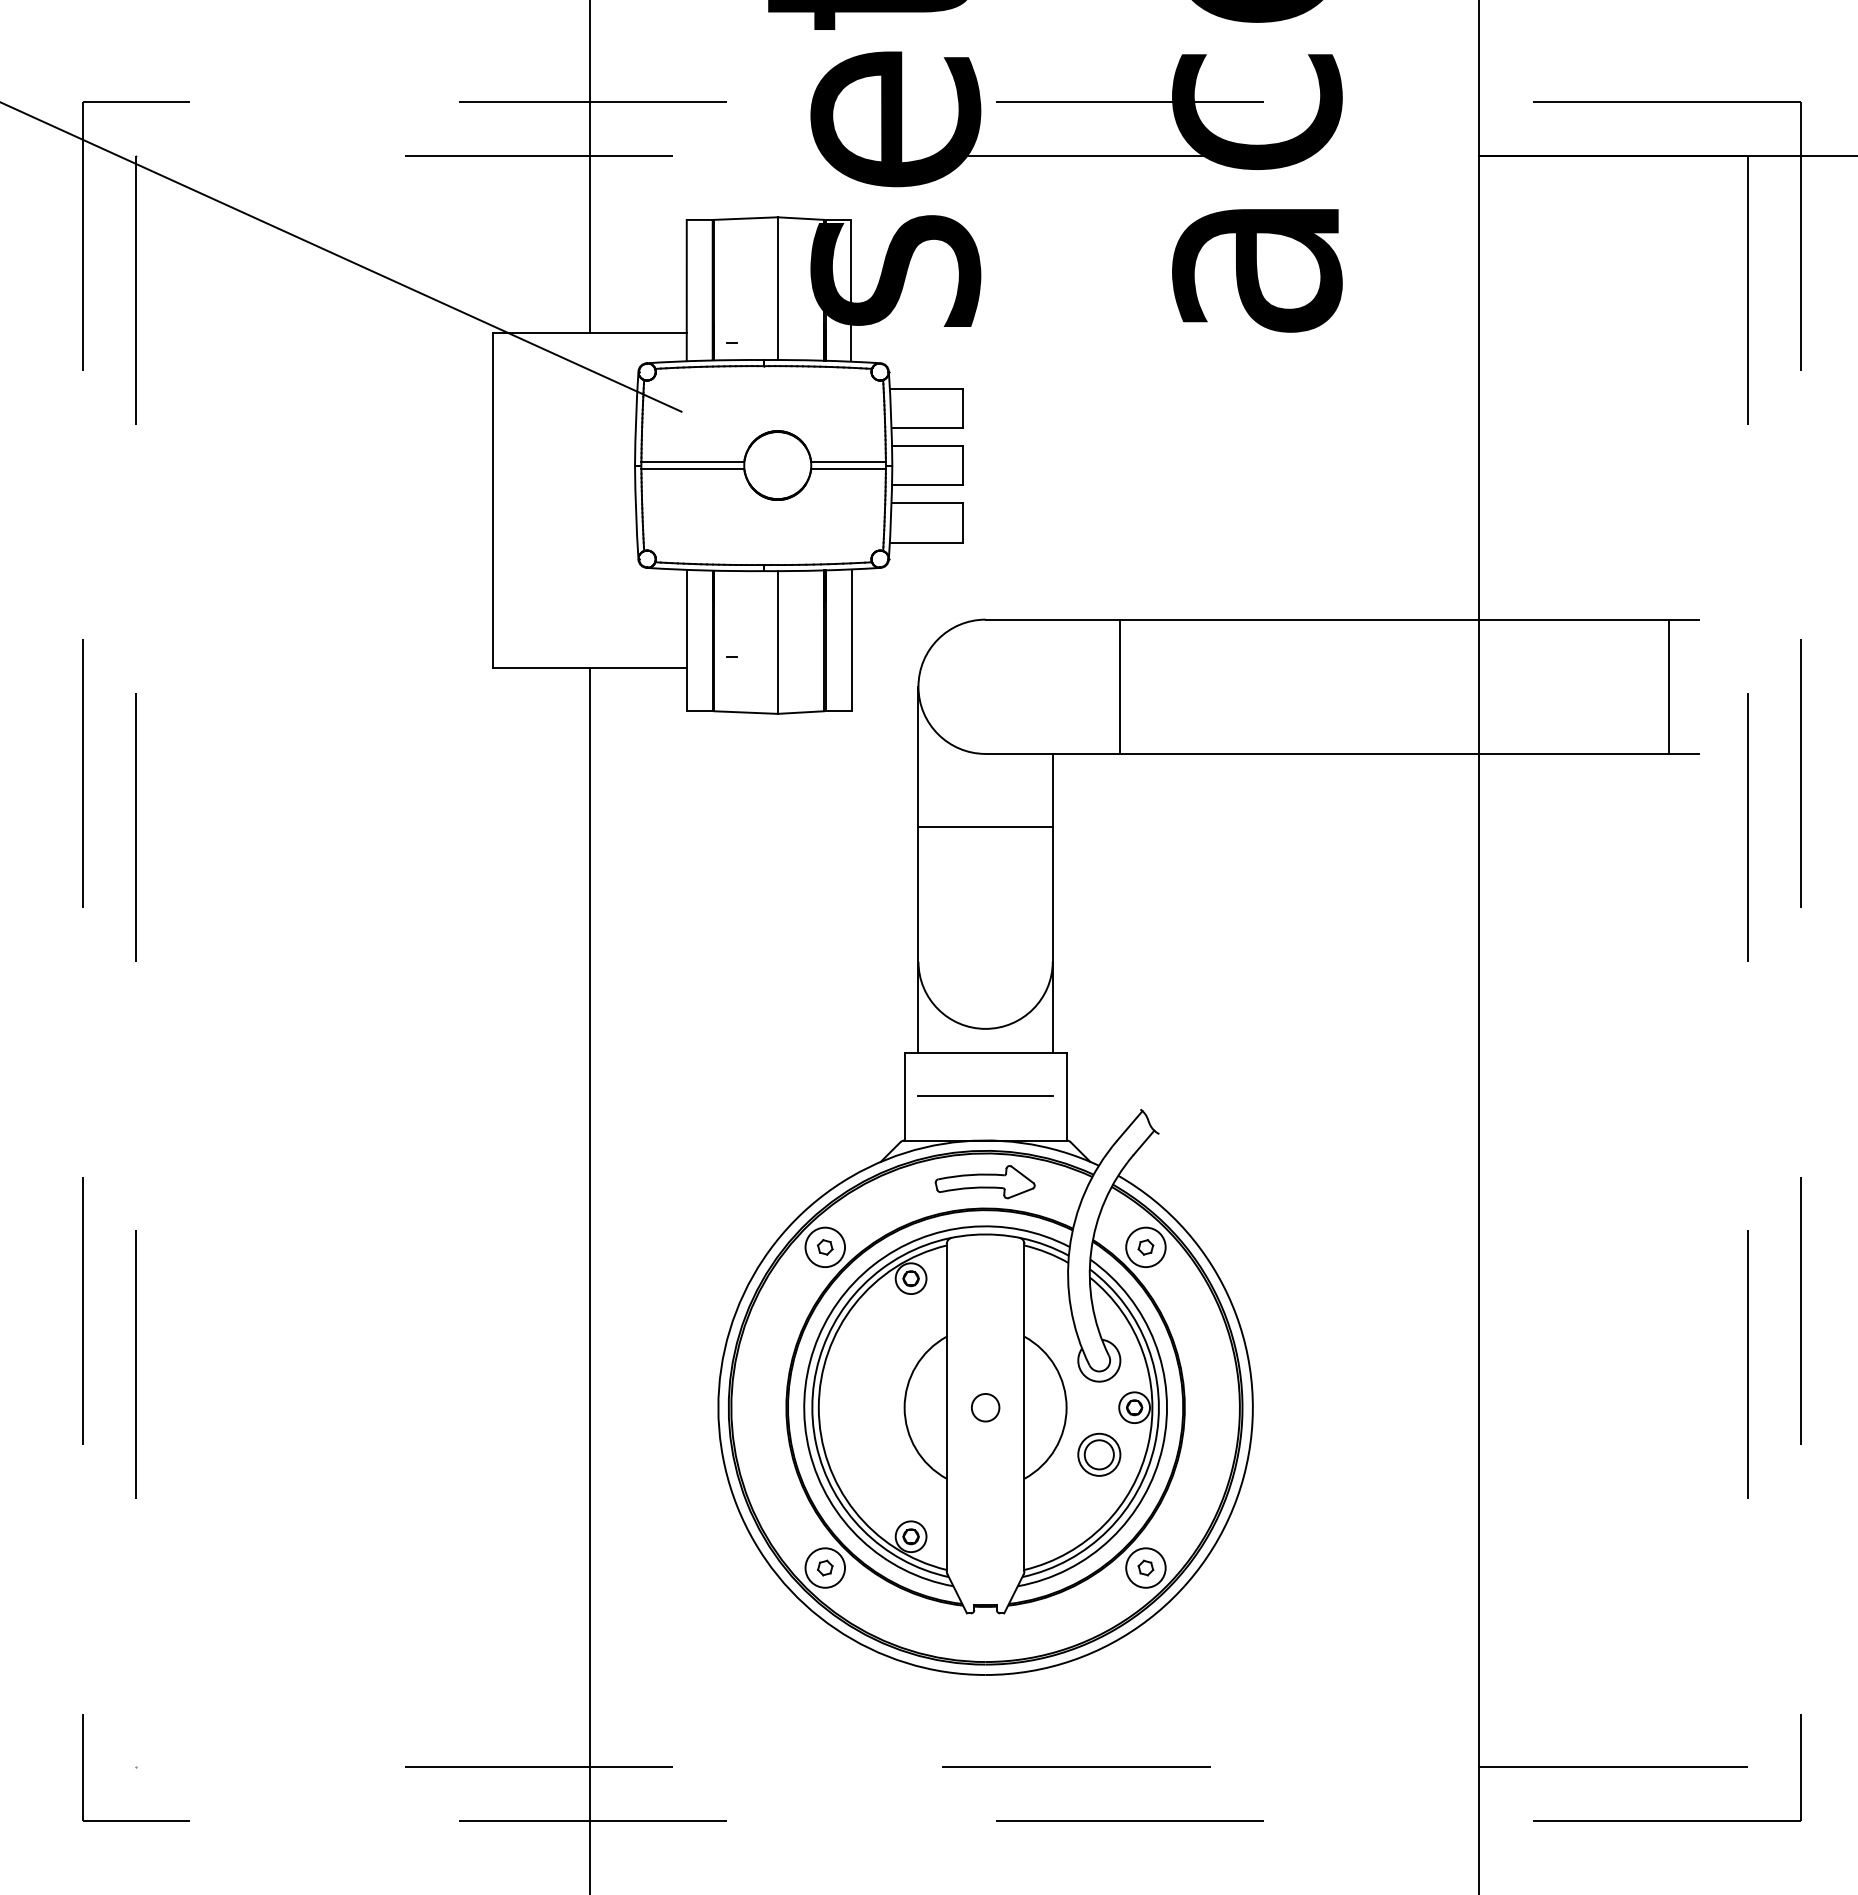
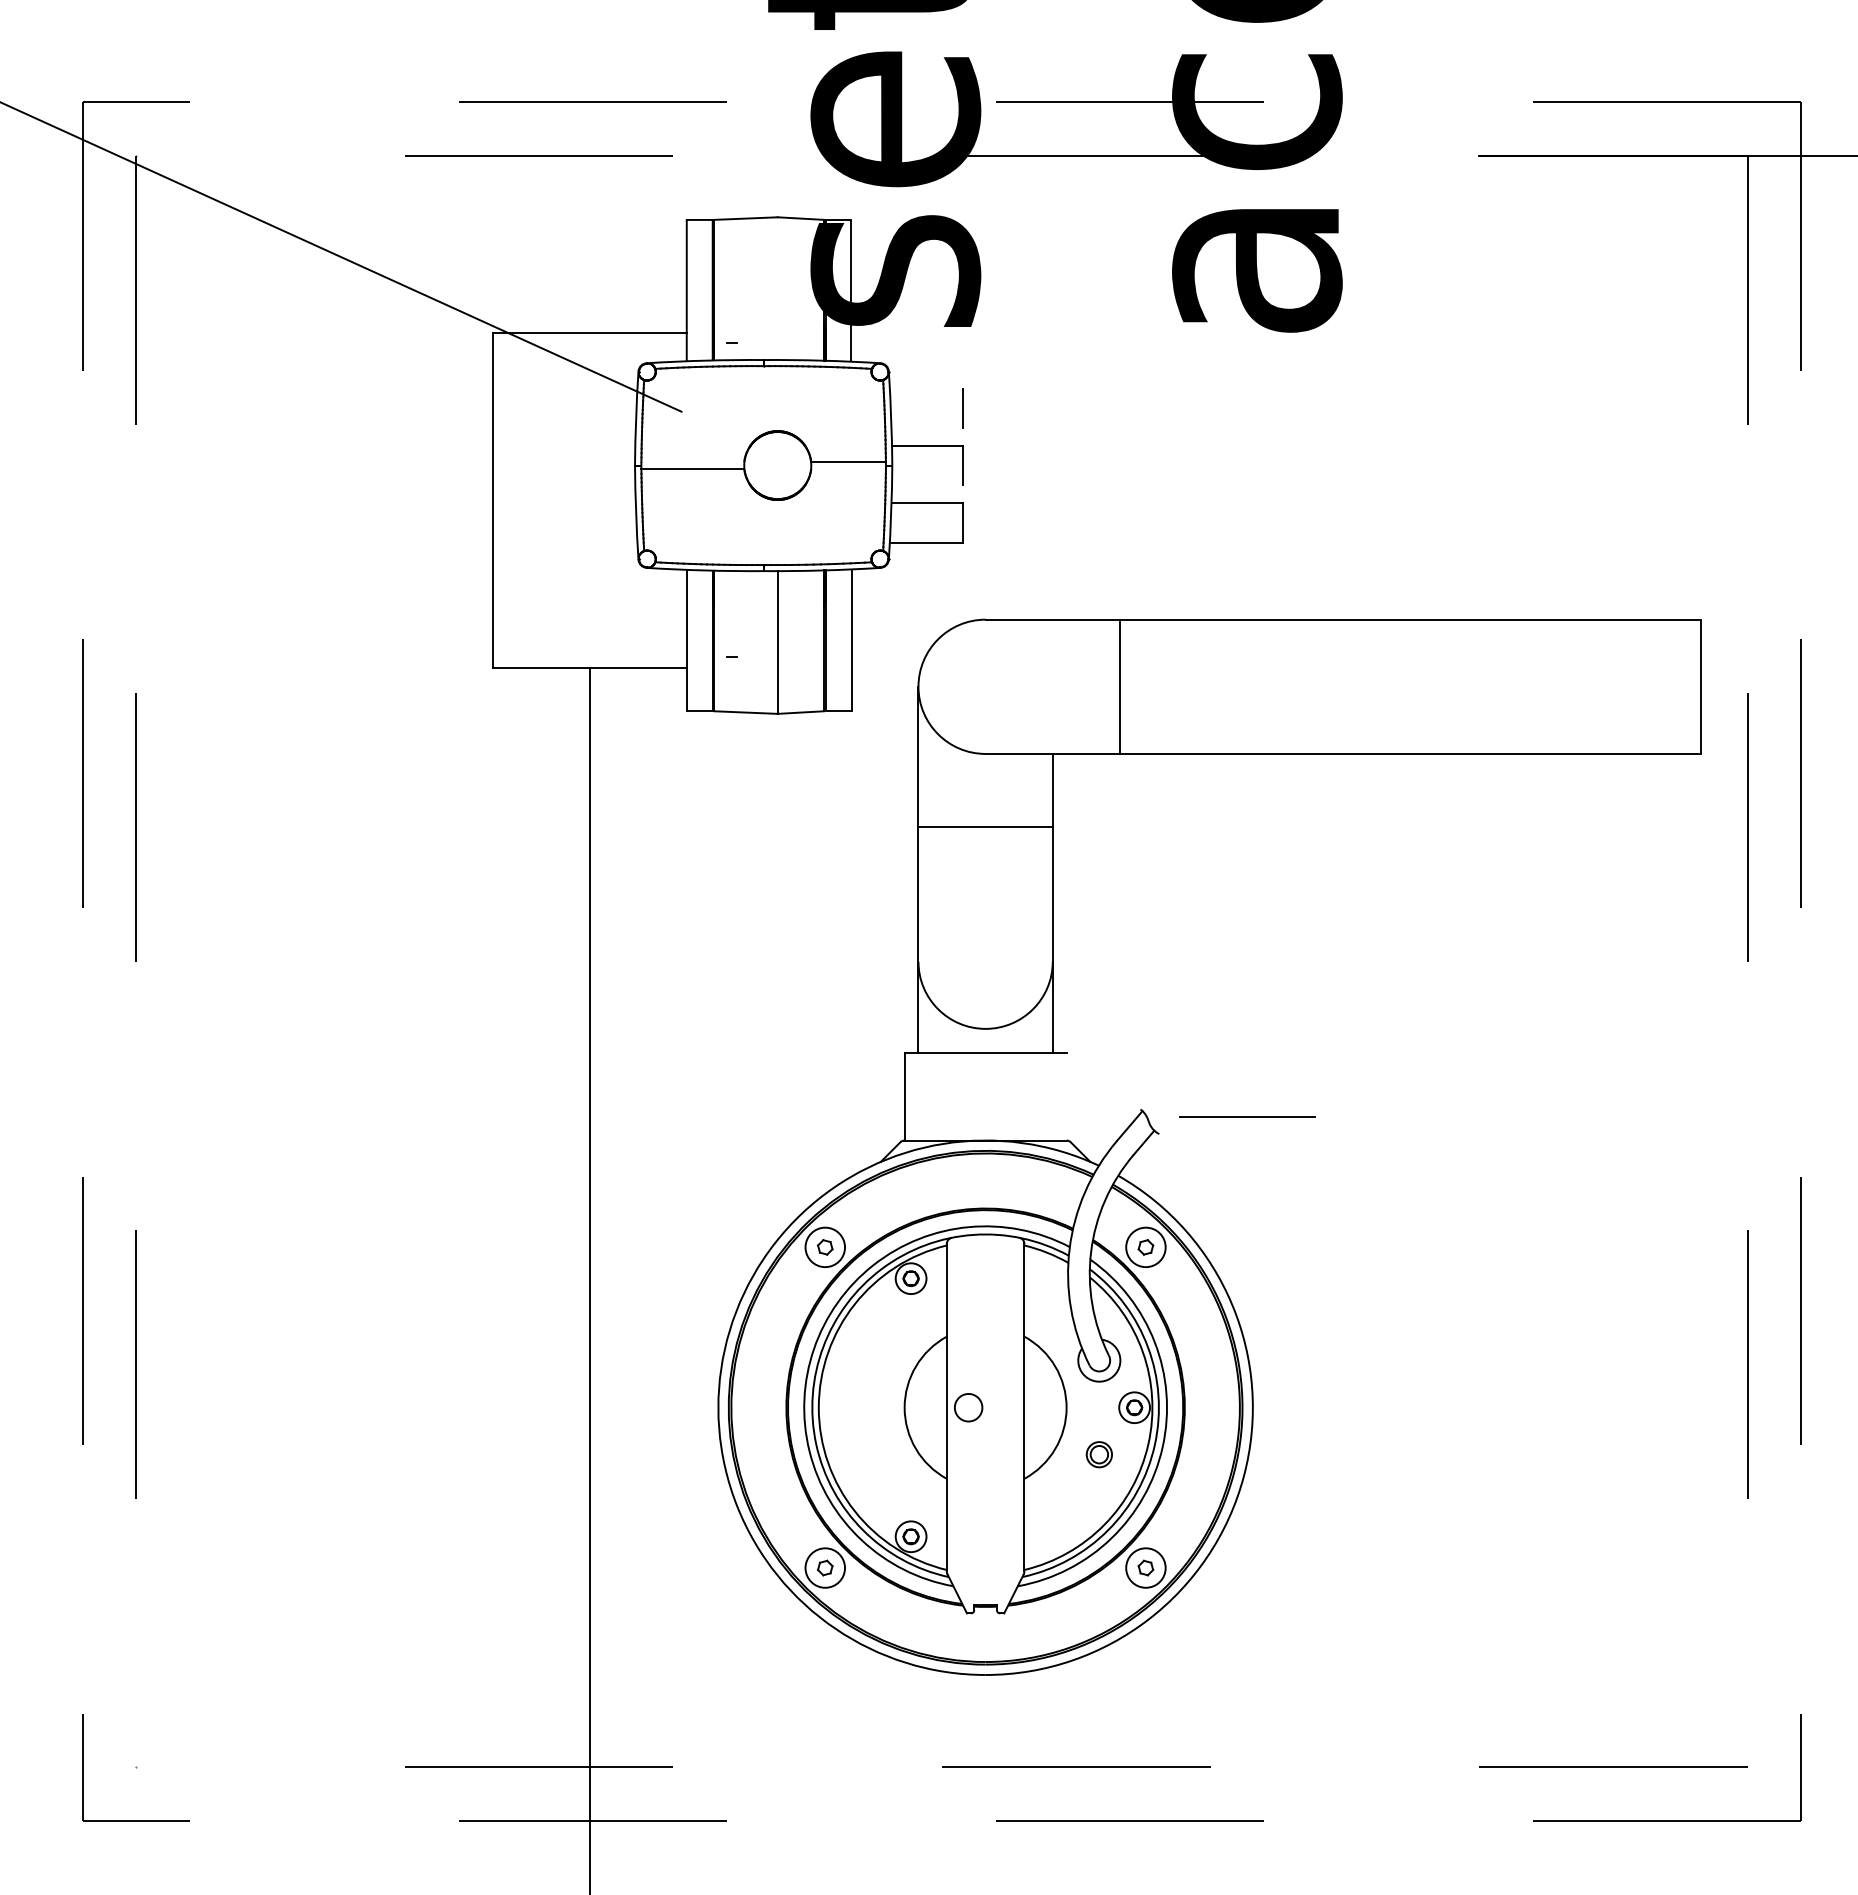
line at (589, 167): present -> none
line at (777, 288): present -> none
line at (926, 388): present -> none
line at (927, 428): present -> none
line at (692, 461): present -> none
line at (848, 469): present -> none
line at (927, 485): present -> none
line at (1668, 686) position: (1668, 686) -> (1700, 686)
line at (1479, 946): present -> none
line at (985, 1095) position: (985, 1095) -> (1247, 1116)
line at (1066, 1096): present -> none
part at (984, 1182): present -> none
circle at (985, 1407) position: (985, 1407) -> (968, 1407)
part at (1099, 1454) size: 45x45 px -> 28x28 px
